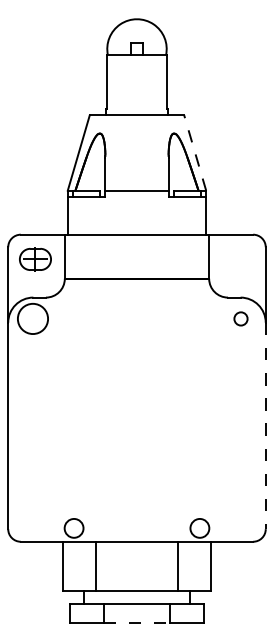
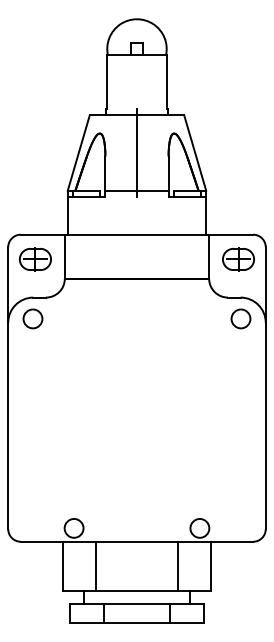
line at (137, 152): none -> present
line at (195, 152): dashed -> solid
part at (238, 259): none -> present
circle at (32, 318) diameter: 30 px -> 19 px
circle at (240, 318) size: 16x16 px -> 22x22 px
line at (265, 426): dashed -> solid
line at (137, 622): dashed -> solid
